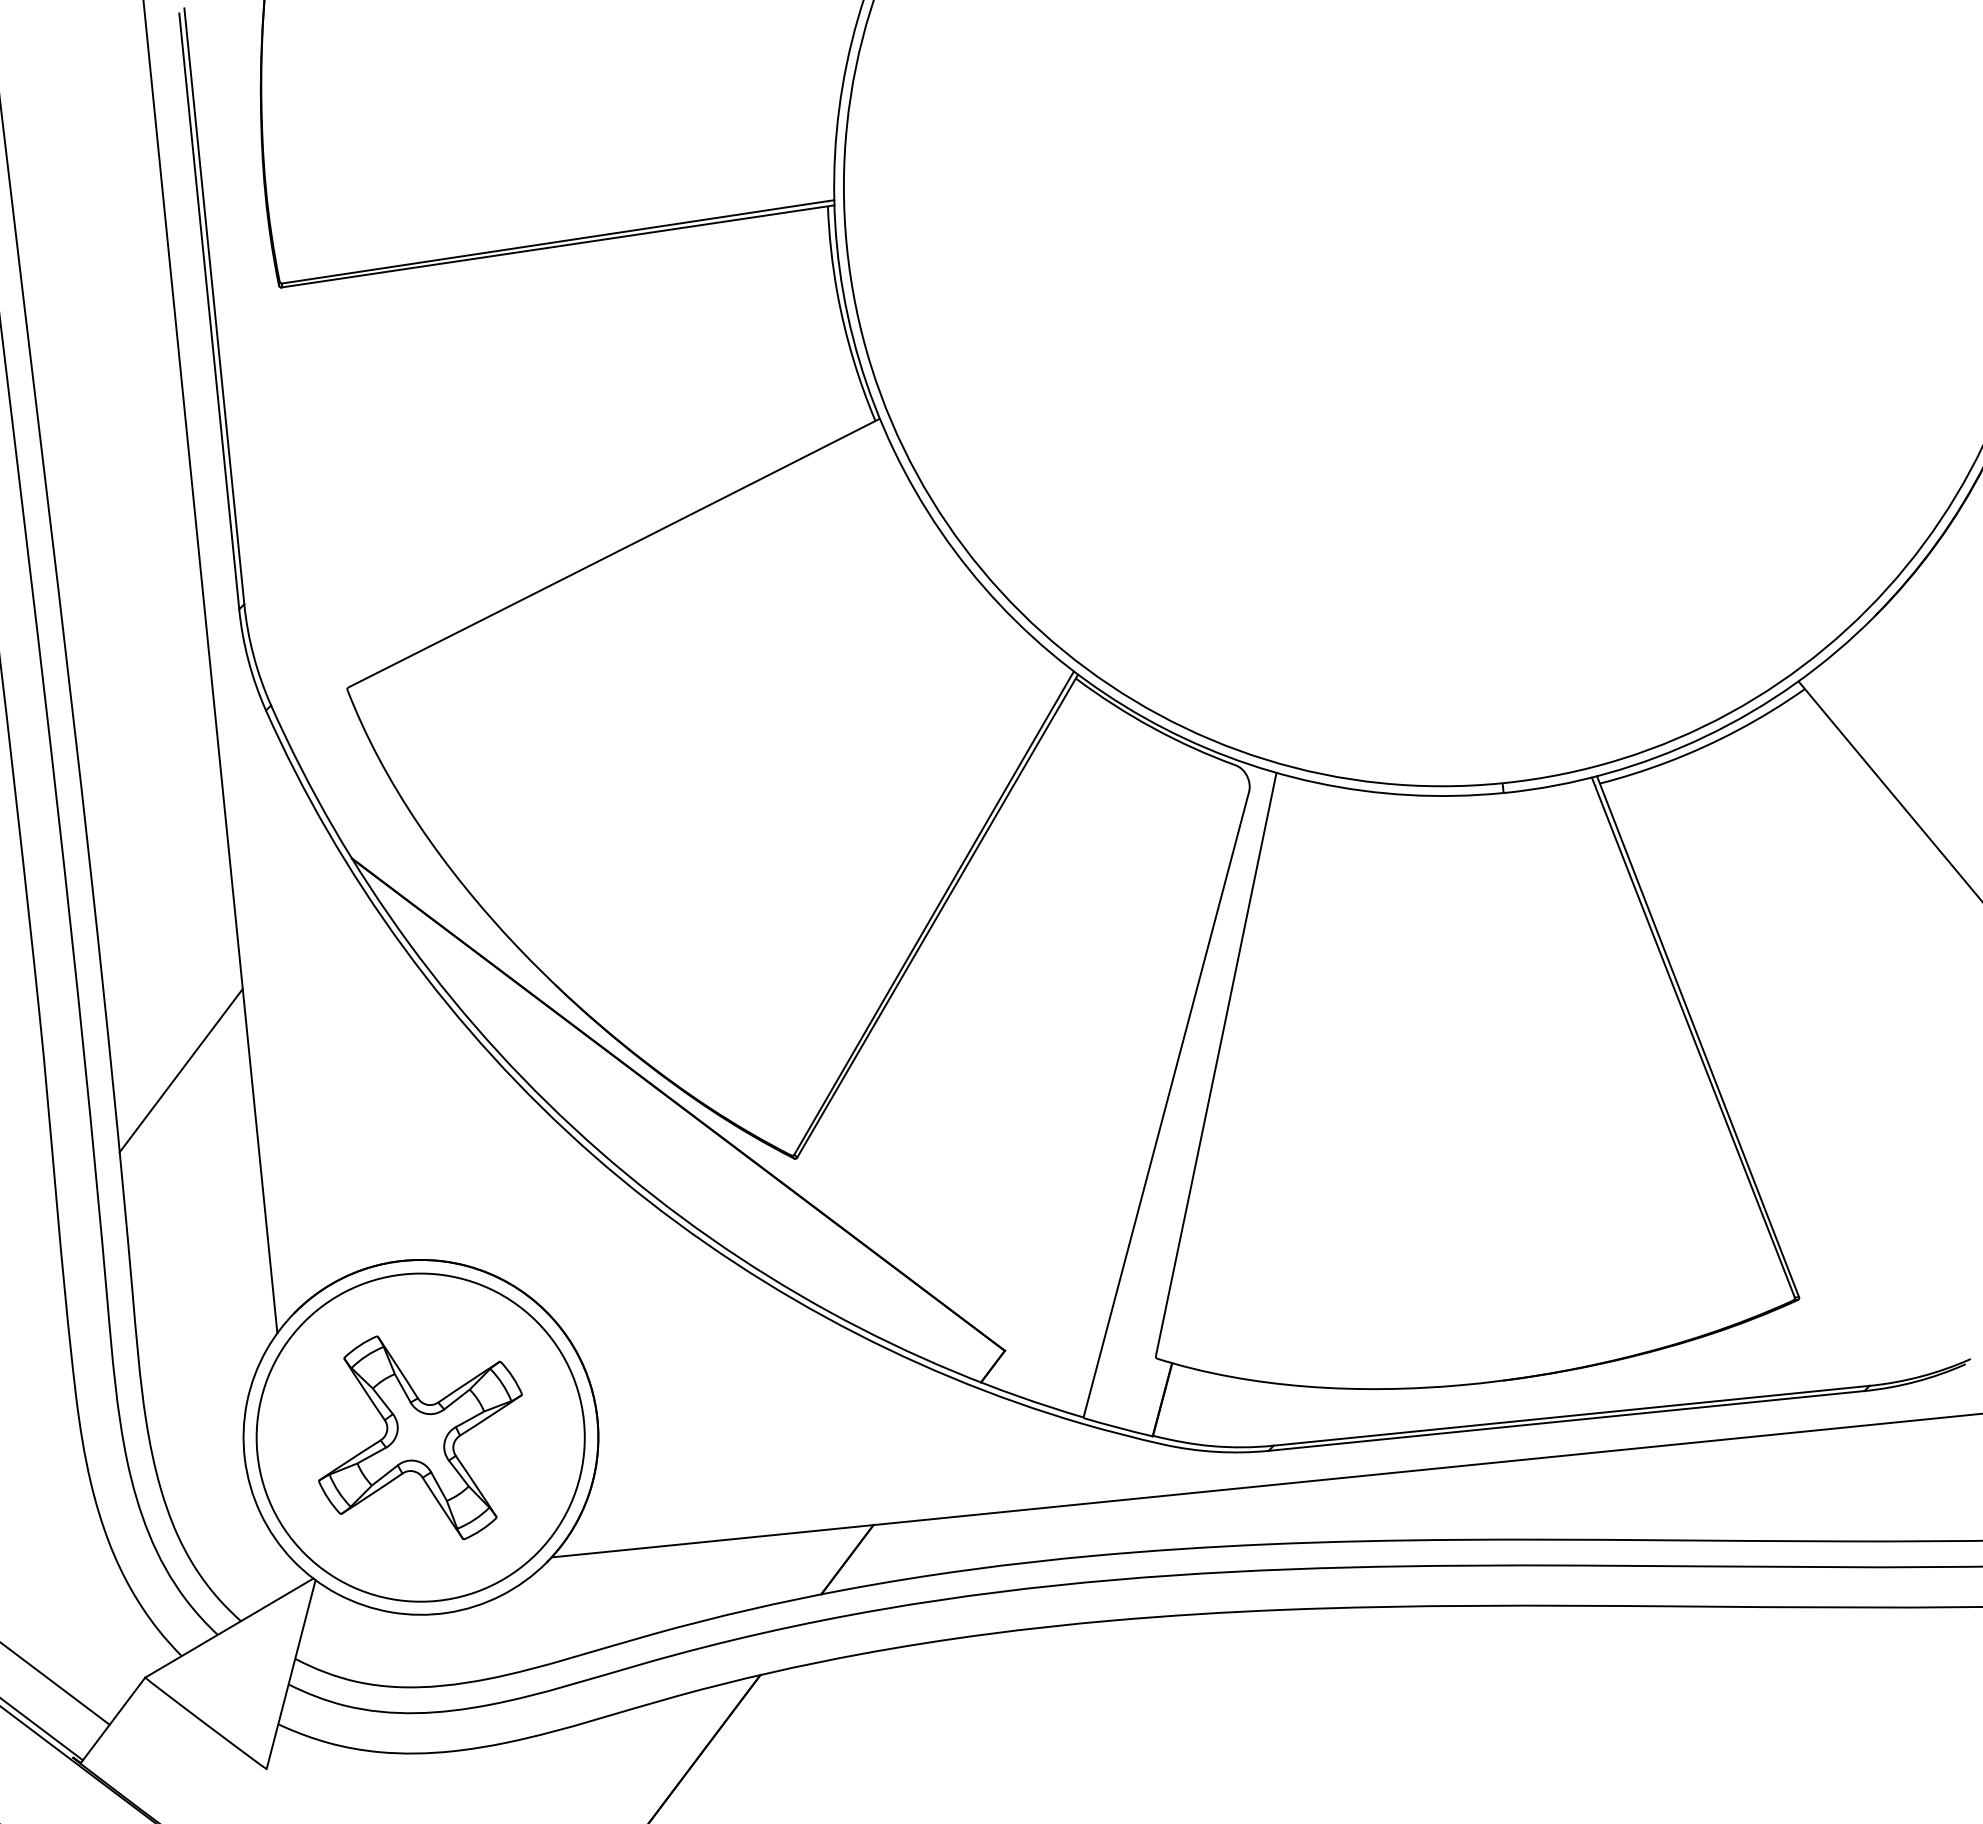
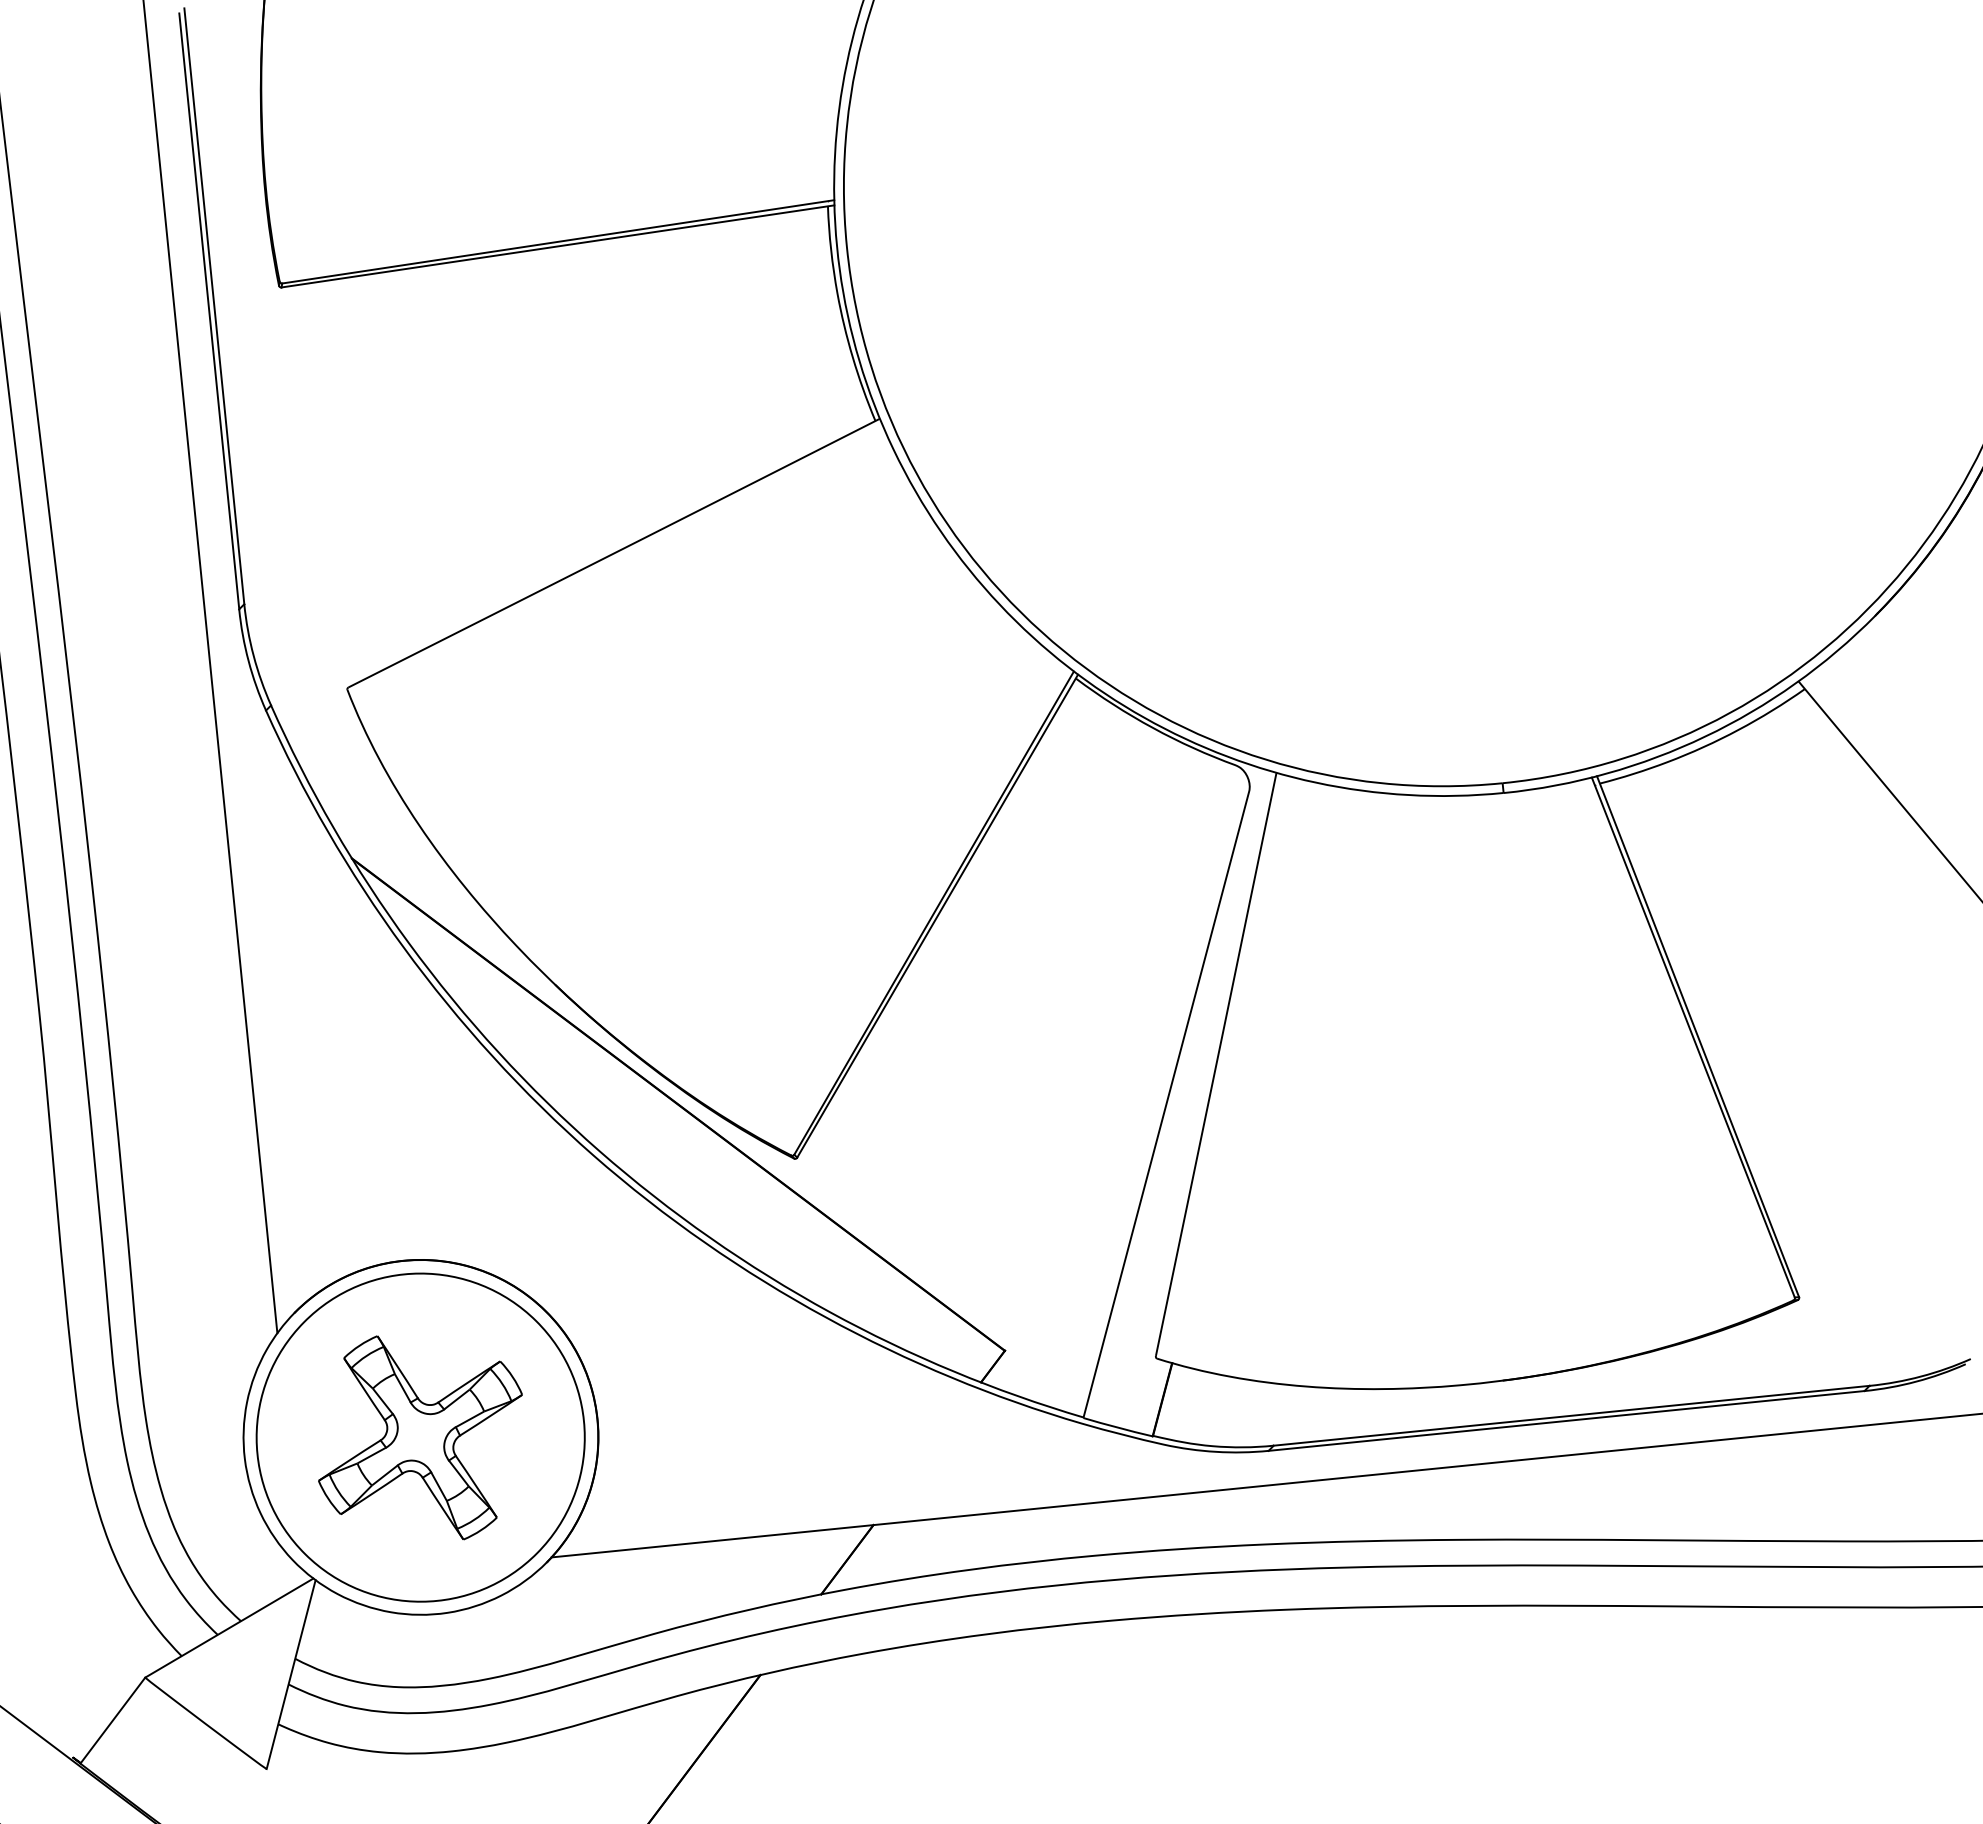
line at (180, 1070): present -> none
line at (55, 1683): present -> none
line at (42, 1729): present -> none
